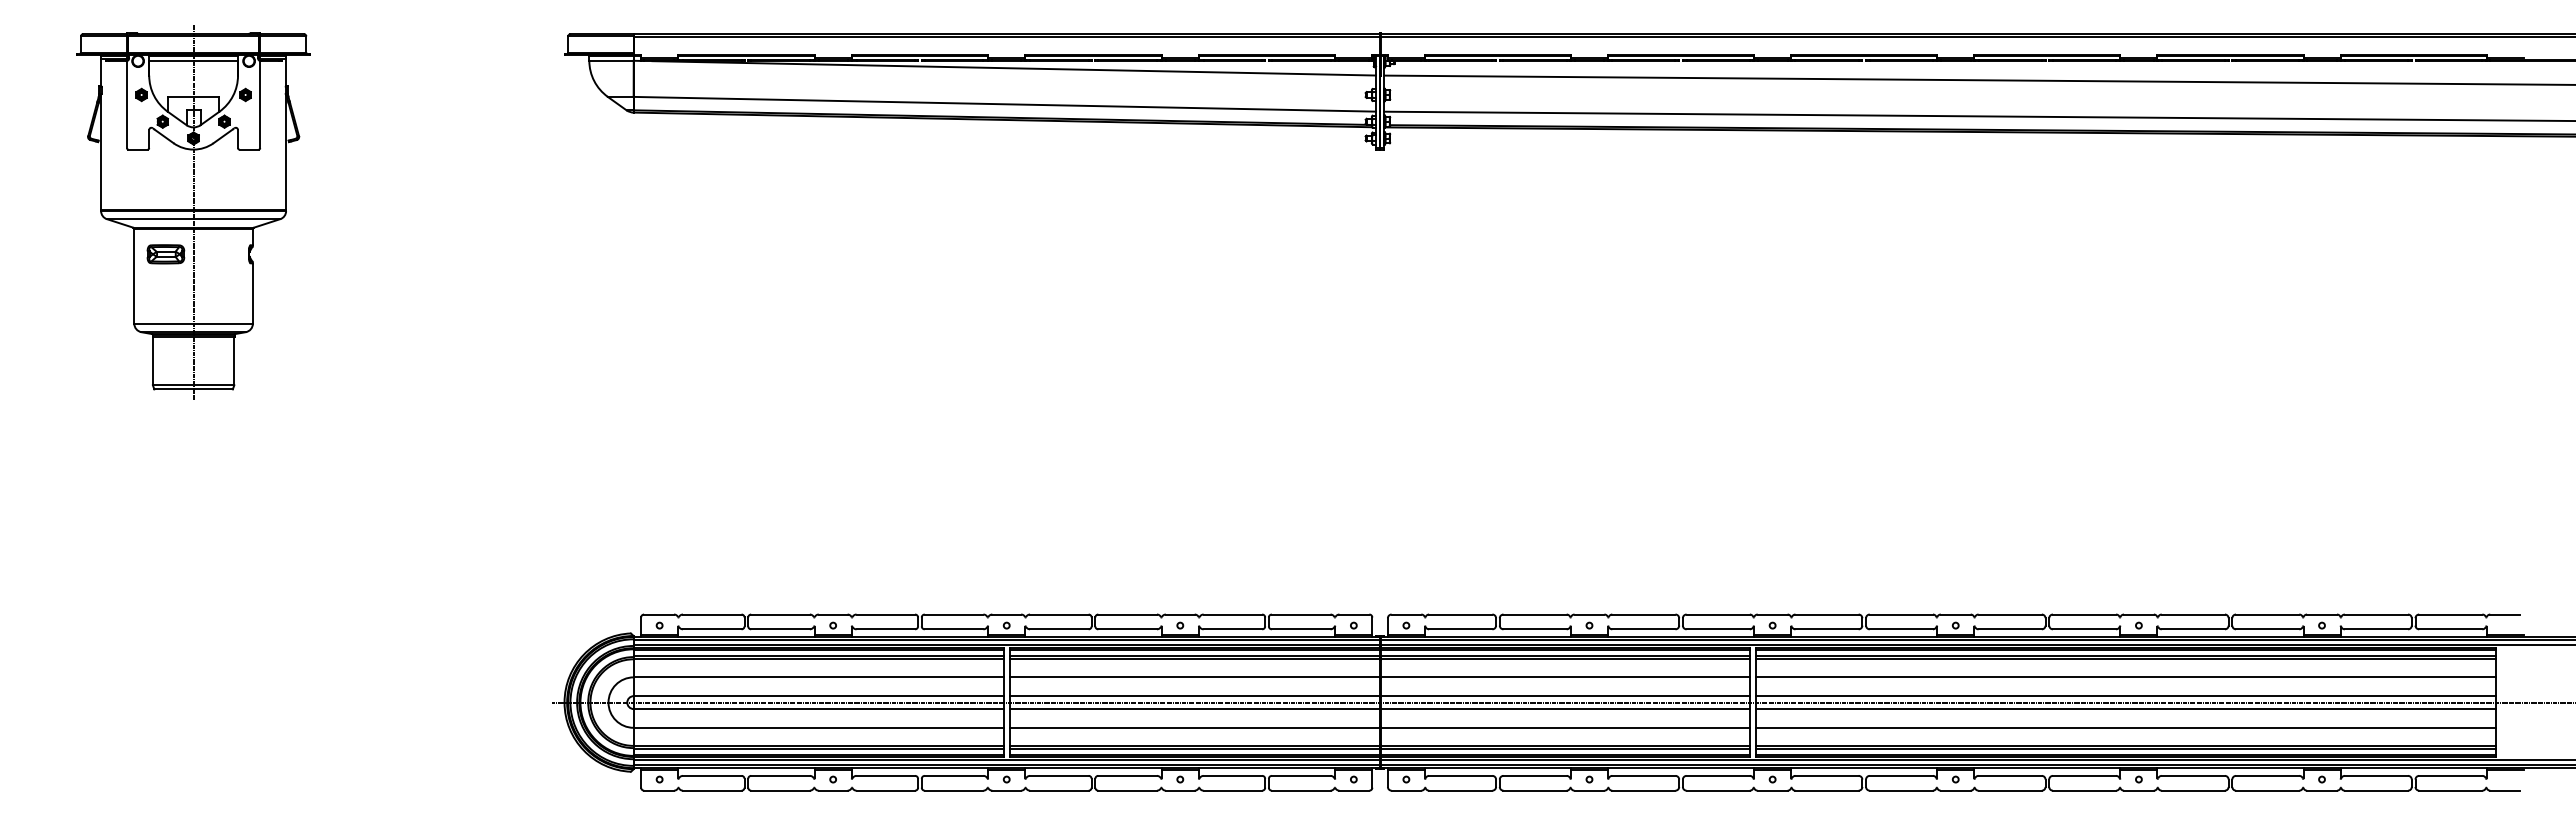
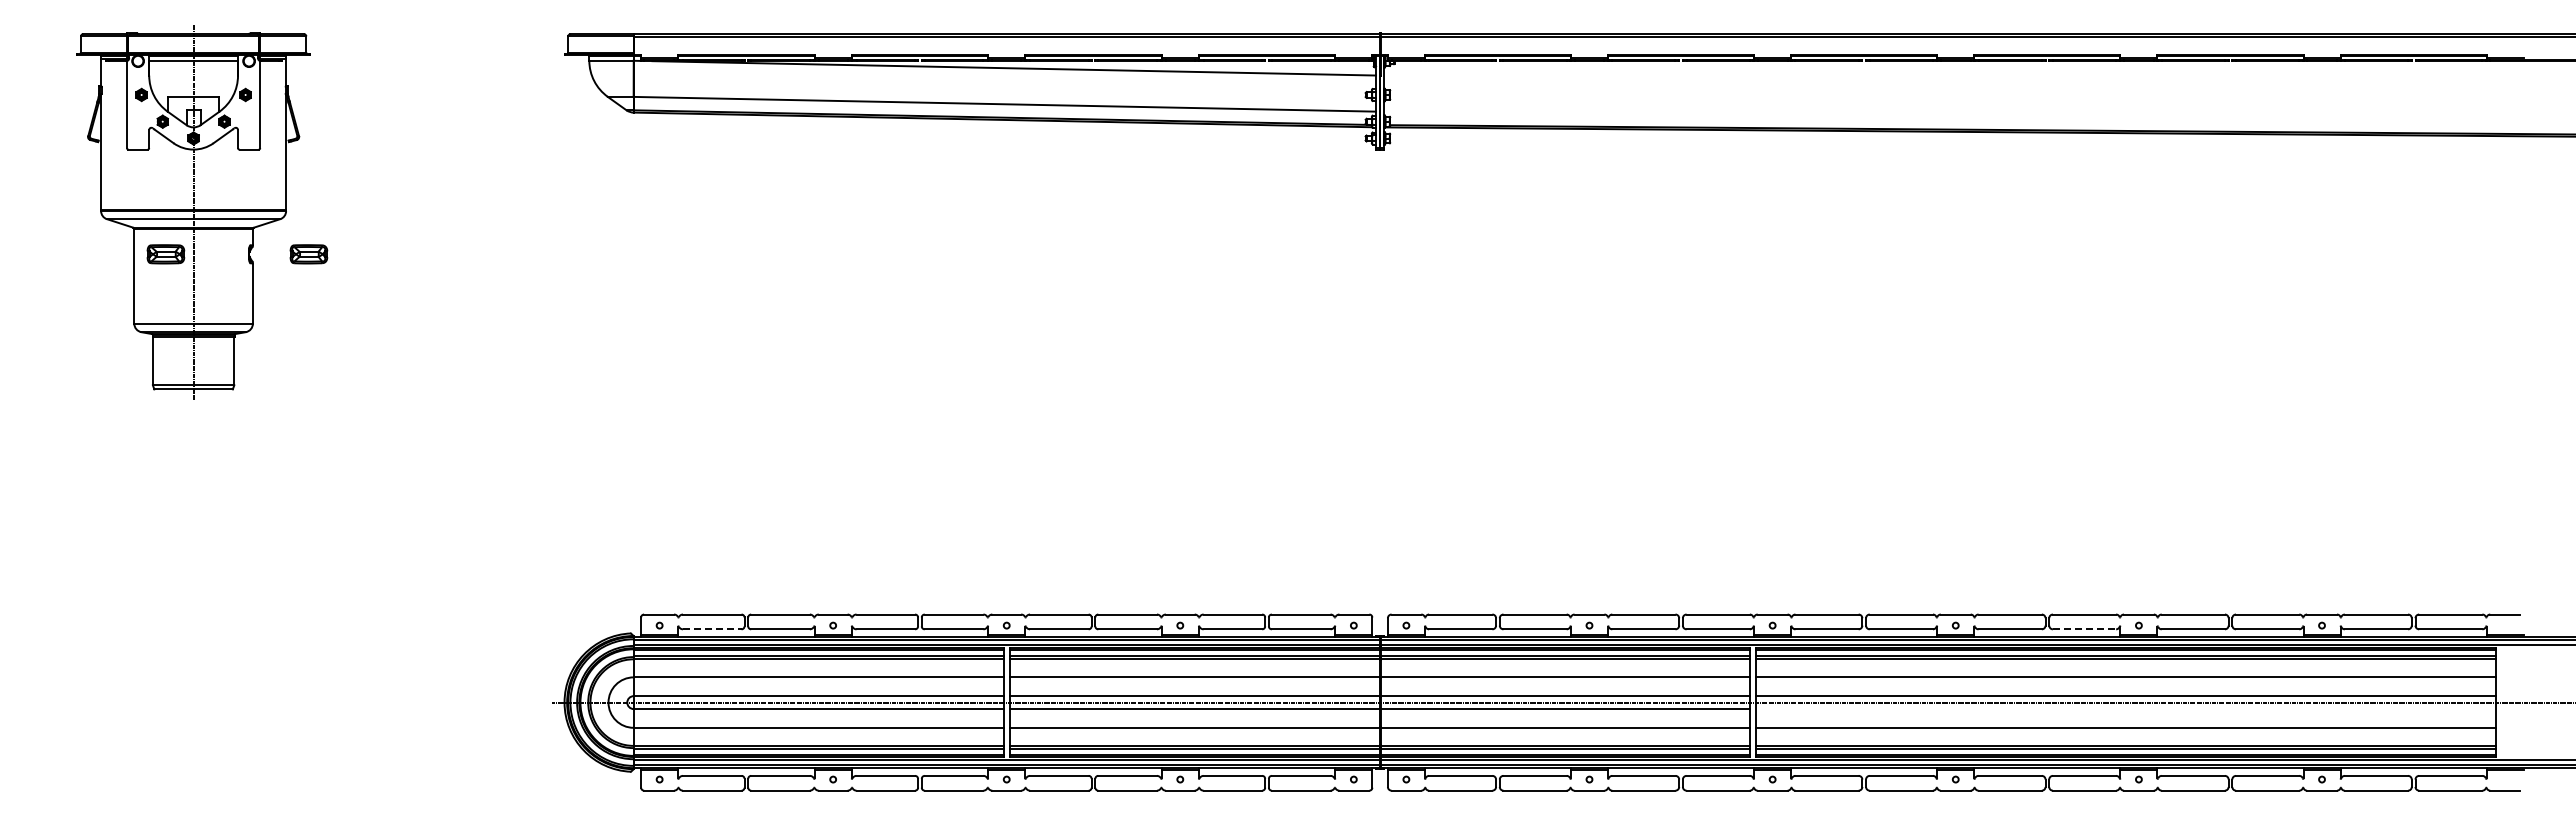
line at (1978, 79): present -> none
line at (1978, 116): present -> none
part at (308, 254): none -> present
line at (712, 629): solid -> dashed
line at (2084, 629): solid -> dashed
line at (2125, 709): present -> none
